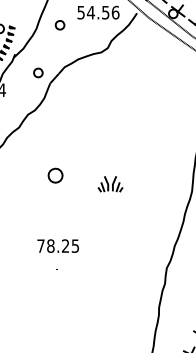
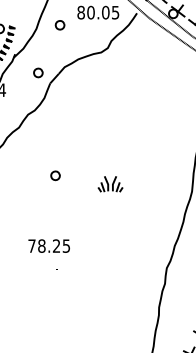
text at (98, 12): 54.56 -> 80.05
part at (55, 175) size: 17x17 px -> 11x12 px
text at (57, 245) position: (57, 245) -> (48, 245)
